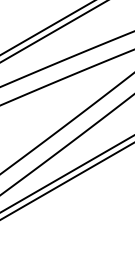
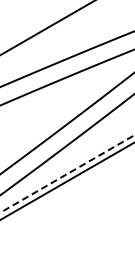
line at (53, 31): present -> none
line at (68, 173): solid -> dashed
